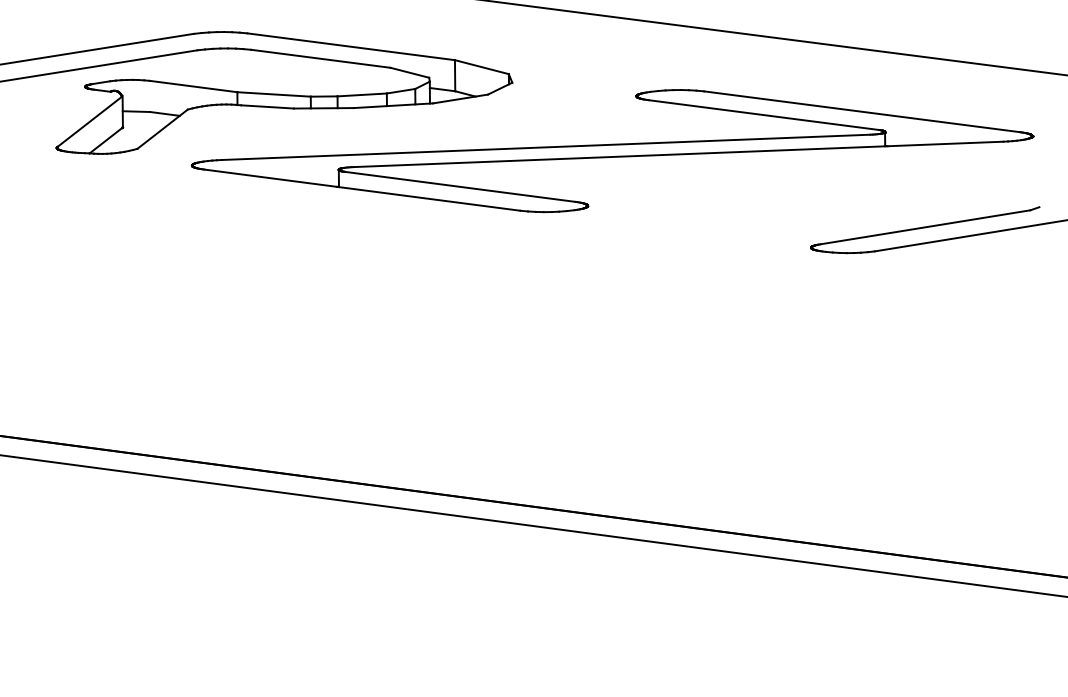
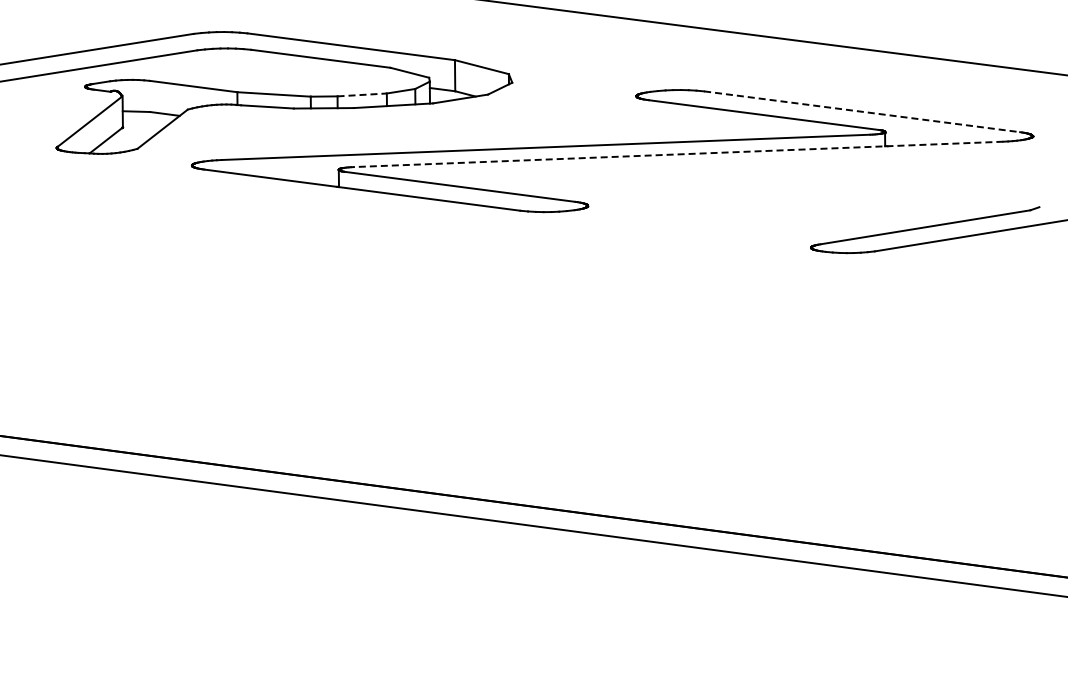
line at (362, 94): solid -> dashed
line at (862, 111): solid -> dashed
line at (677, 154): solid -> dashed
